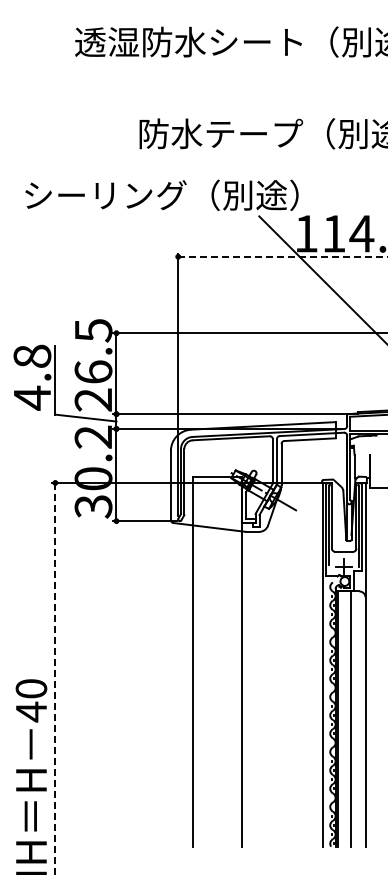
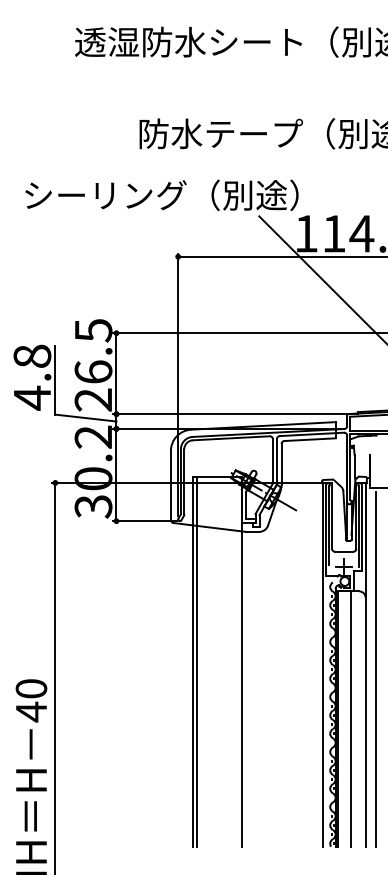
line at (283, 256): dashed -> solid
line at (197, 661): none -> present
line at (376, 669): none -> present
line at (55, 678): dashed -> solid
